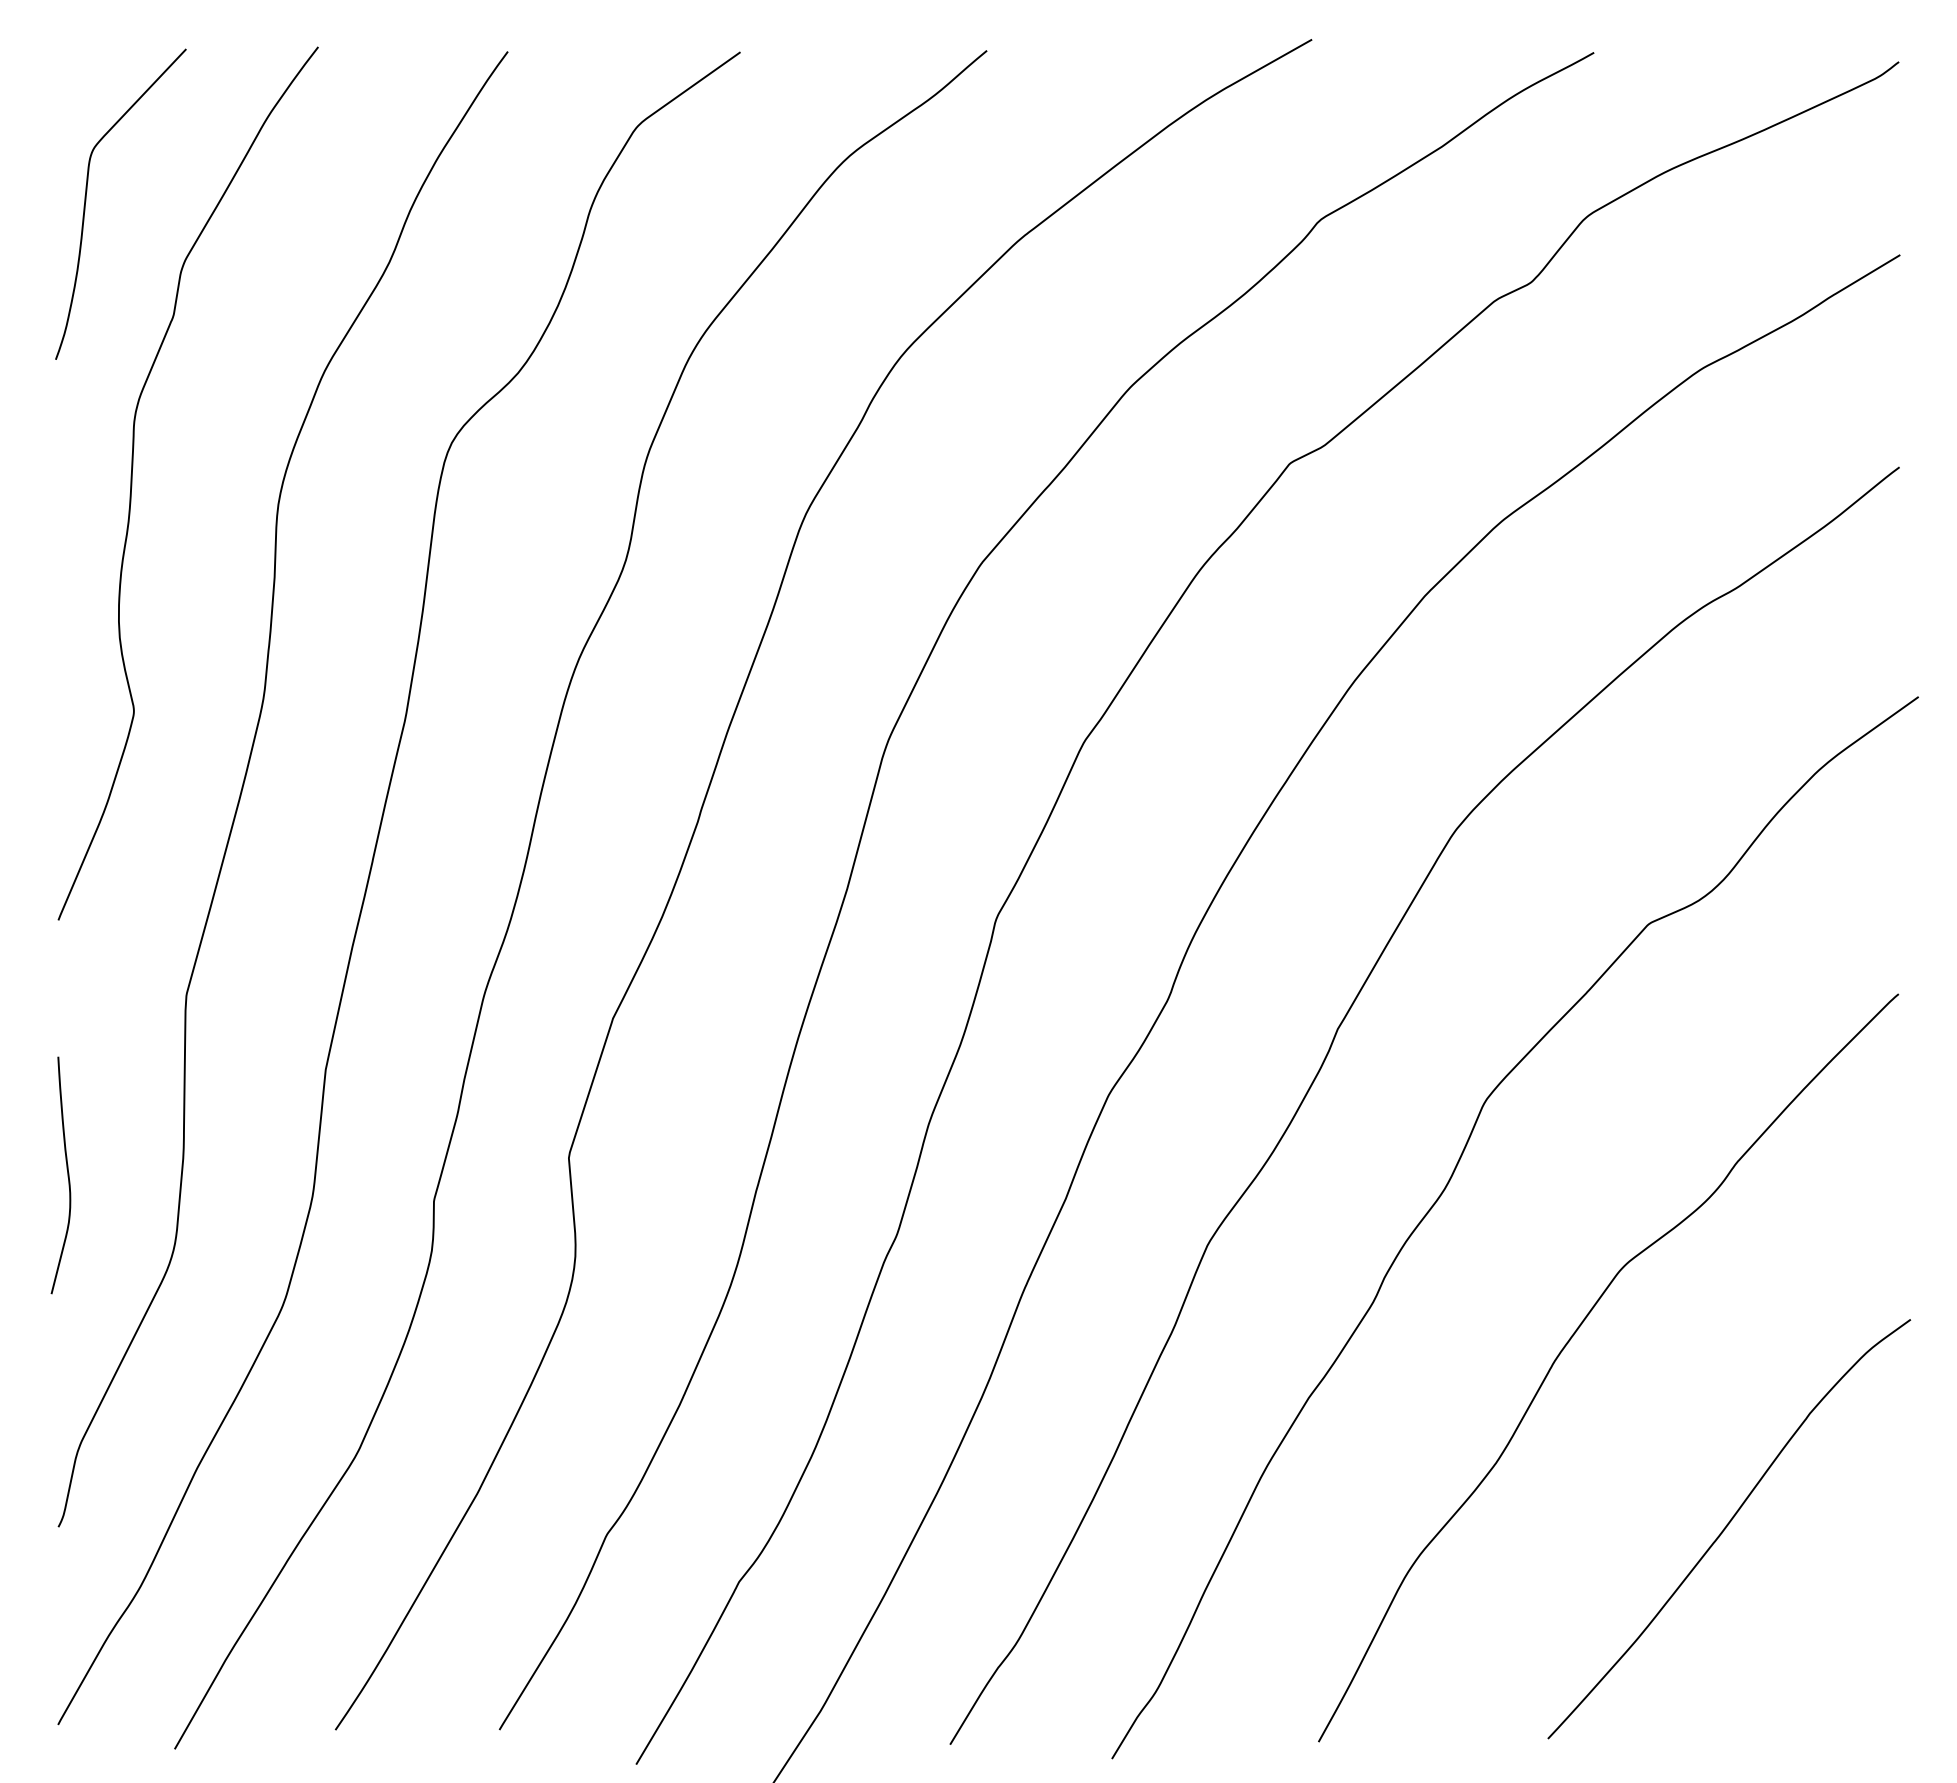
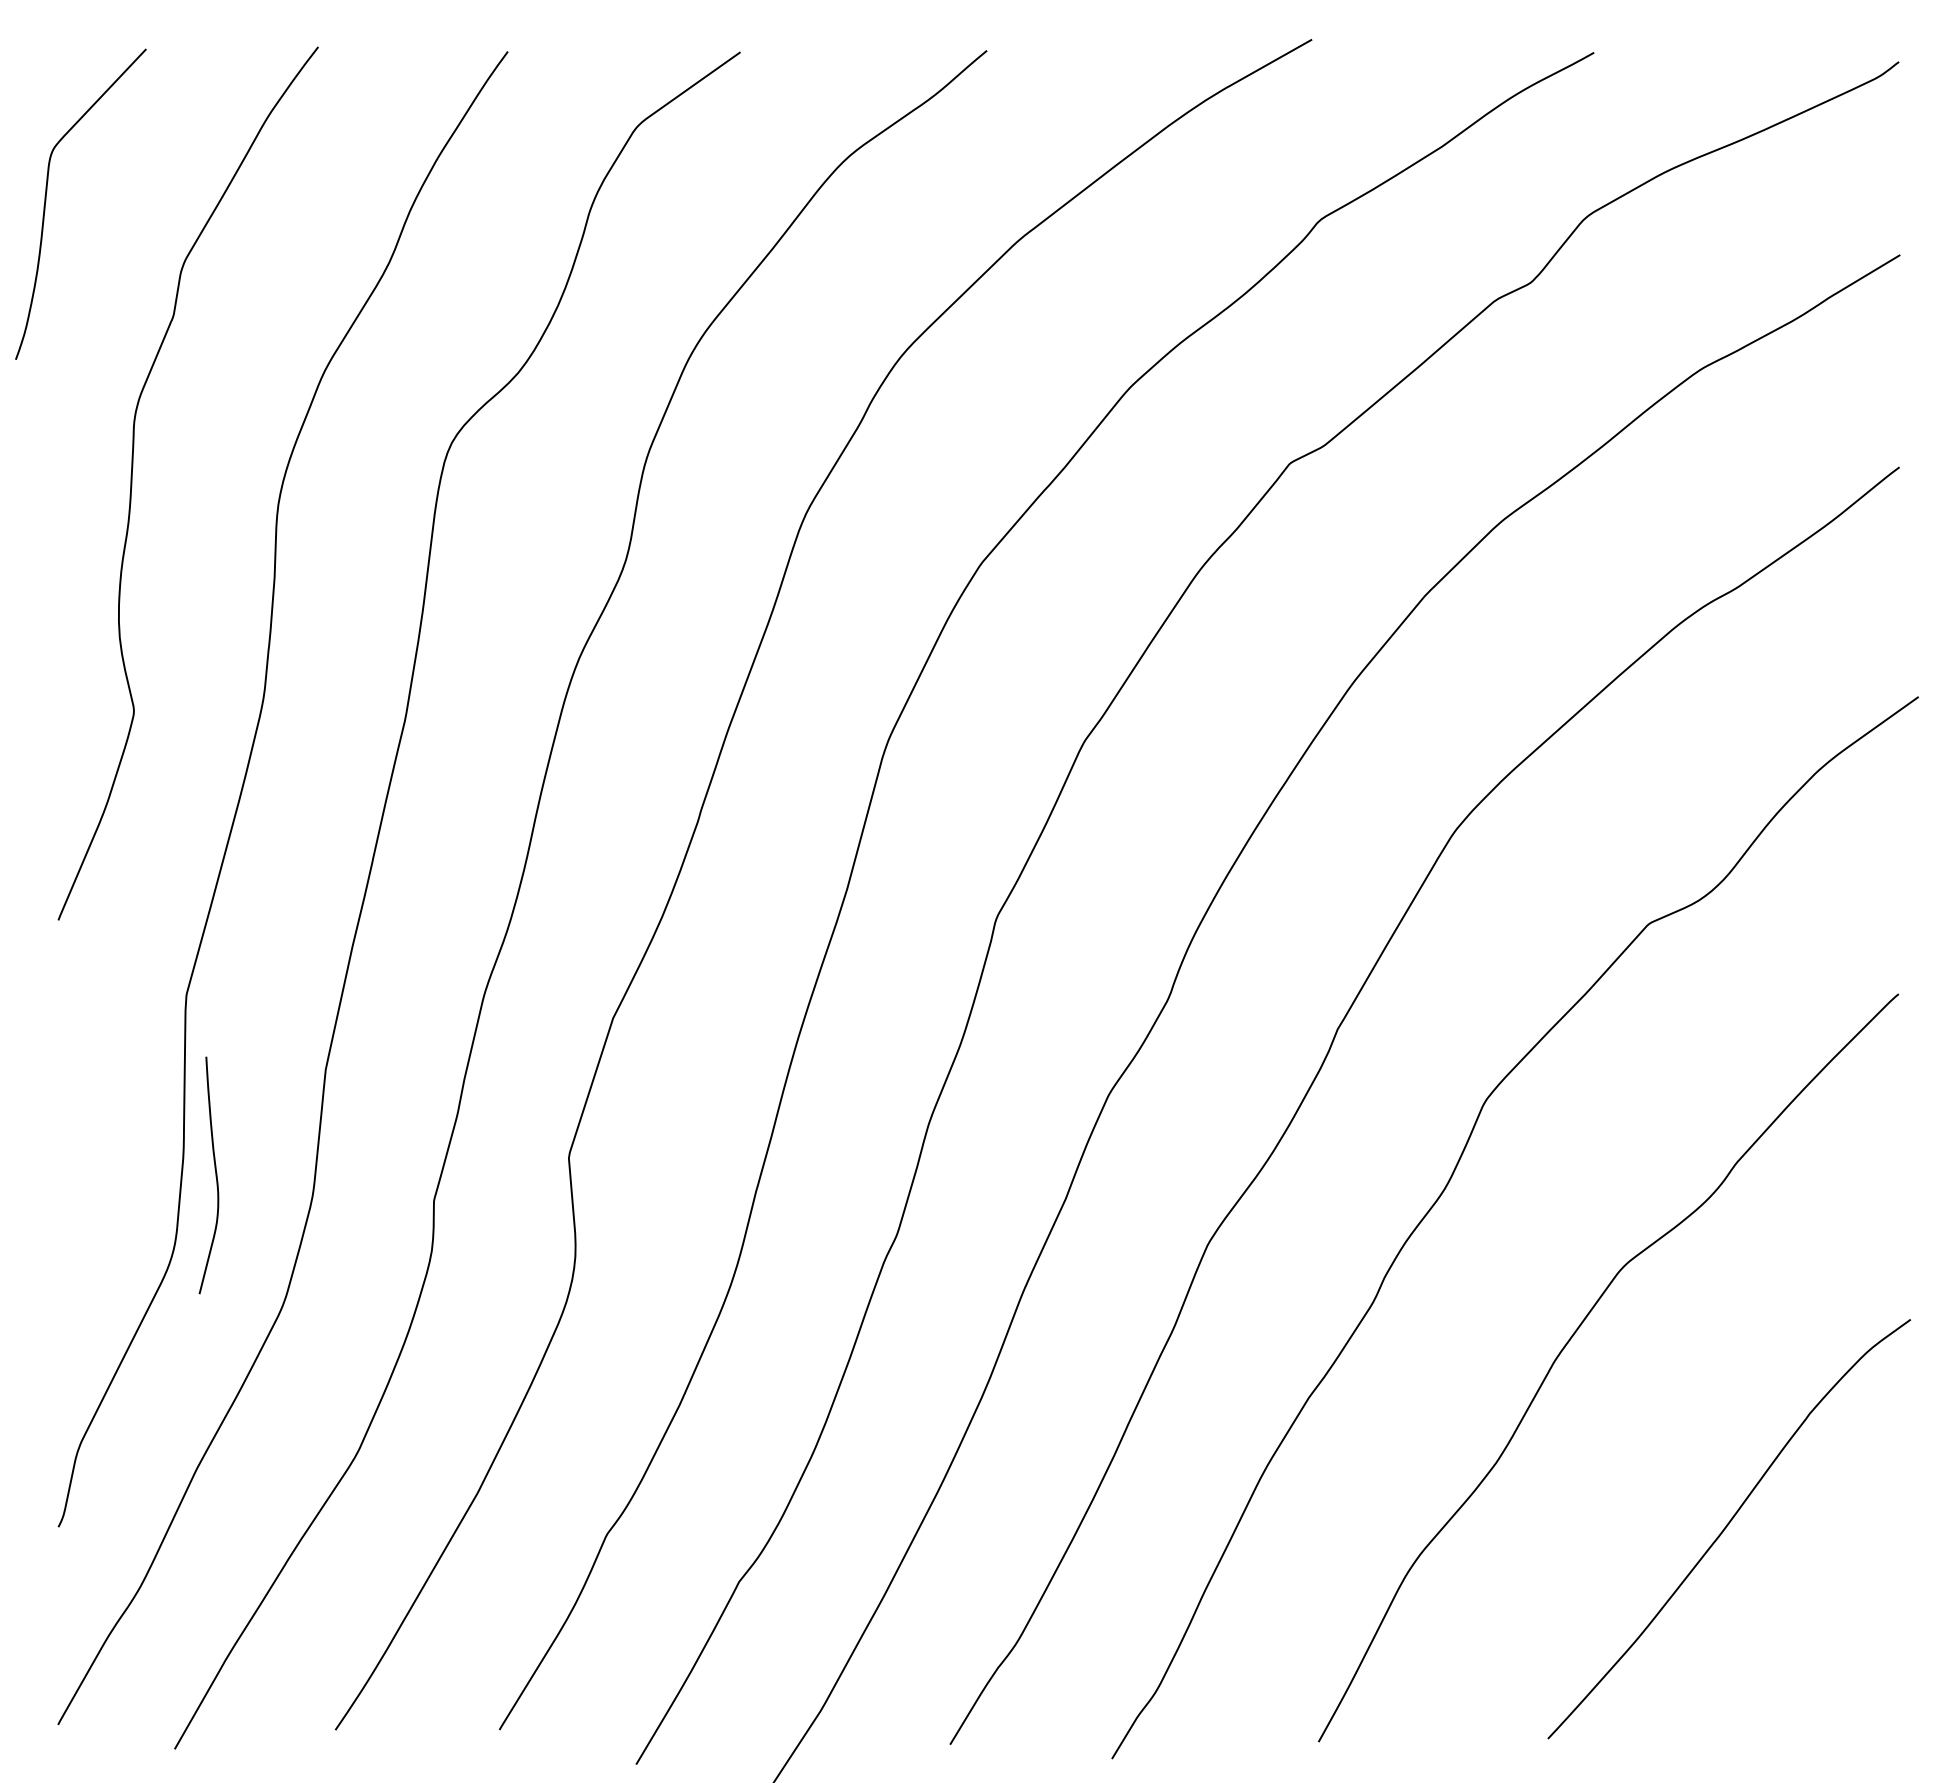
curve at (86, 201) position: (86, 201) -> (46, 201)
curve at (67, 1175) position: (67, 1175) -> (215, 1175)
